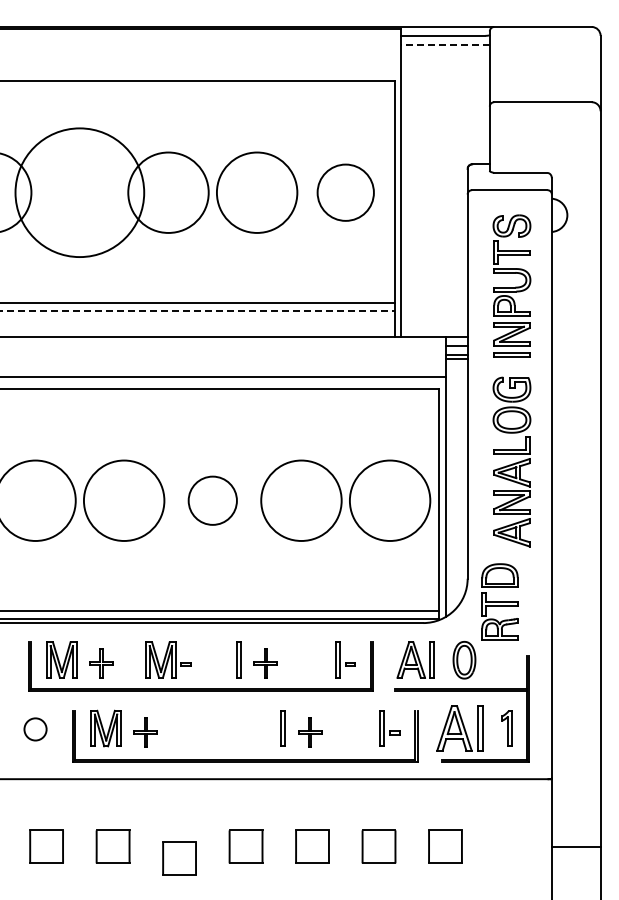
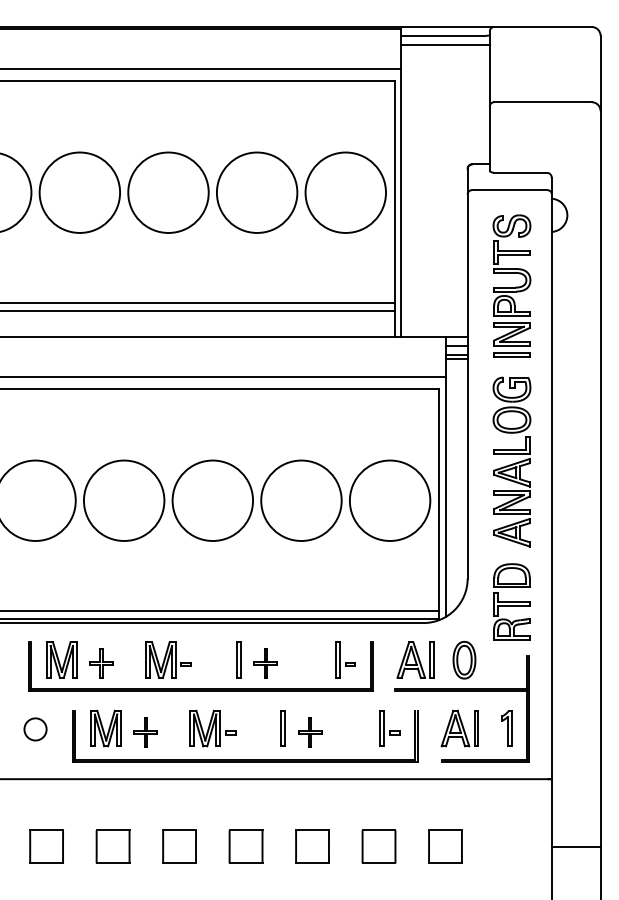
line at (445, 44): dashed -> solid
line at (201, 68): none -> present
circle at (79, 192) diameter: 129 px -> 80 px
circle at (345, 192) diameter: 56 px -> 80 px
line at (197, 311): dashed -> solid
circle at (212, 500) diameter: 48 px -> 80 px
part at (499, 601) position: (499, 601) -> (511, 601)
part at (212, 728): none -> present
part at (459, 728) size: 48x47 px -> 39x39 px
part at (179, 858) position: (179, 858) -> (179, 846)
